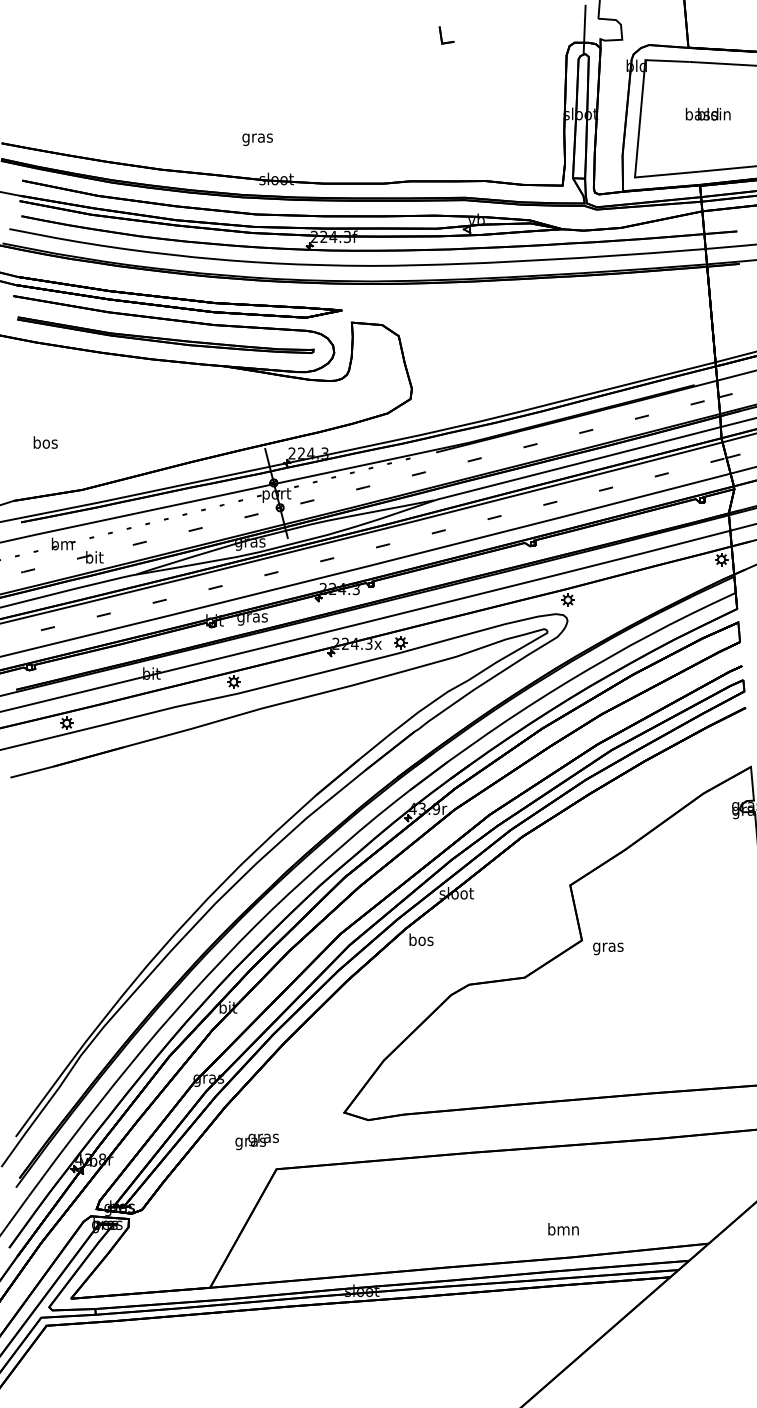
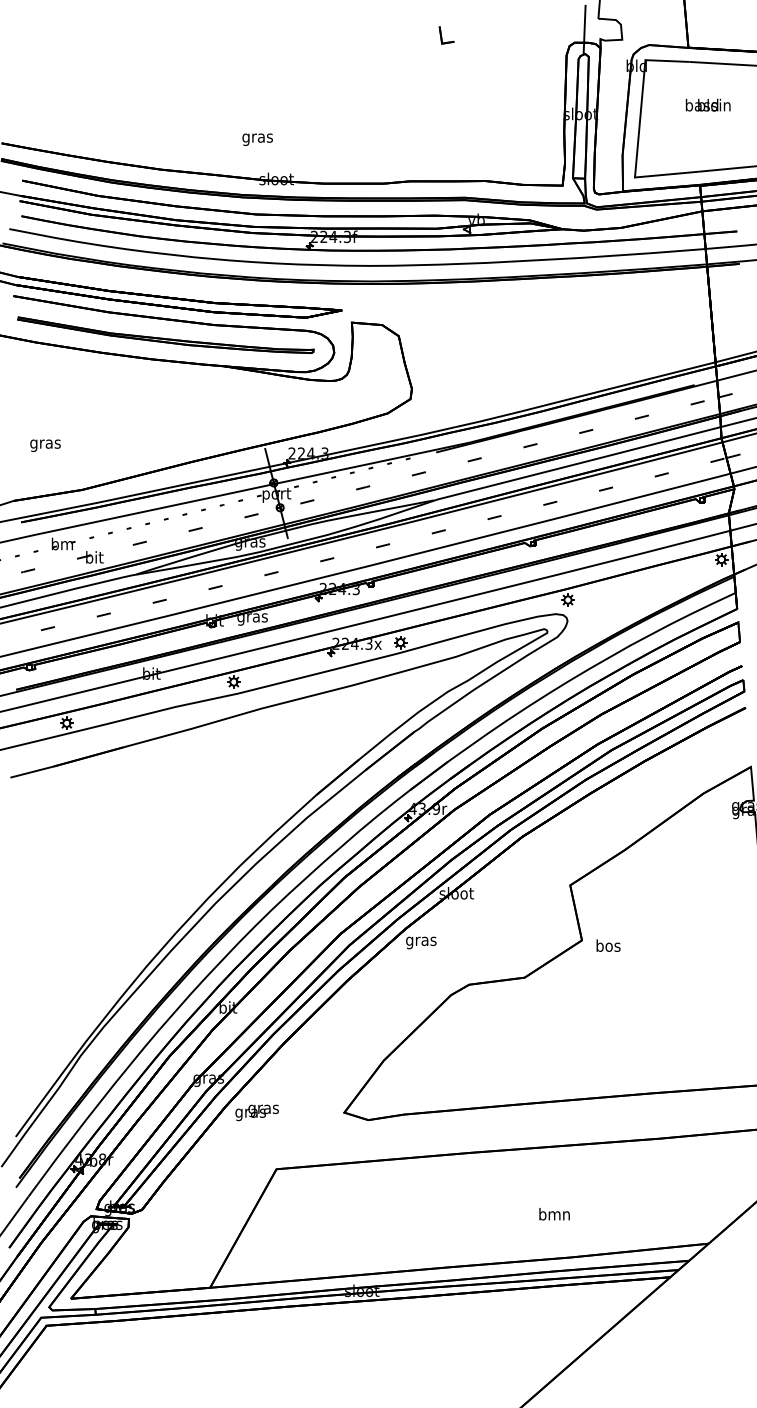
text at (707, 113) position: (707, 113) -> (707, 104)
text at (45, 443): bos -> gras
text at (421, 941): bos -> gras
text at (608, 947): gras -> bos
text at (256, 1141) position: (256, 1141) -> (256, 1112)
text at (563, 1229) position: (563, 1229) -> (554, 1214)
